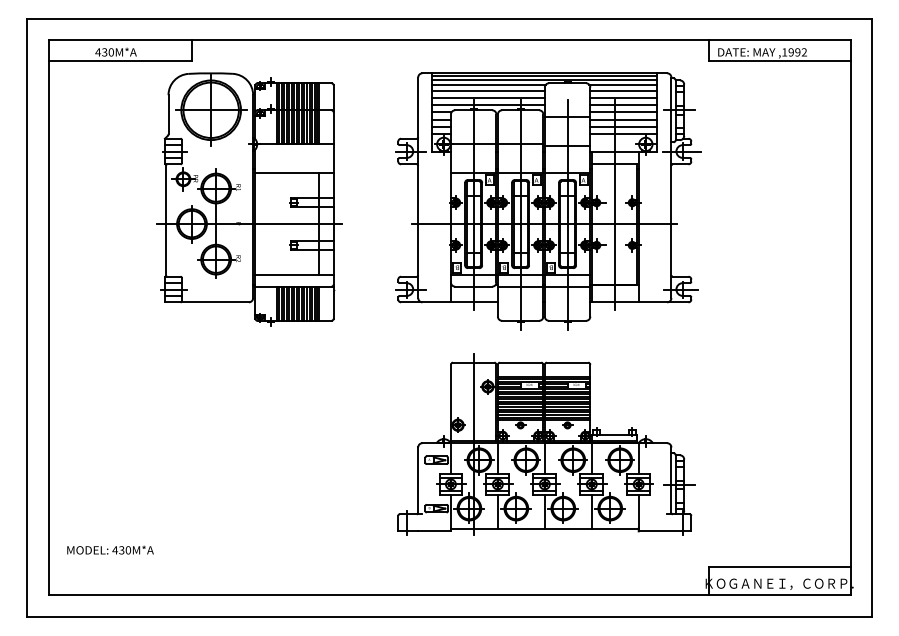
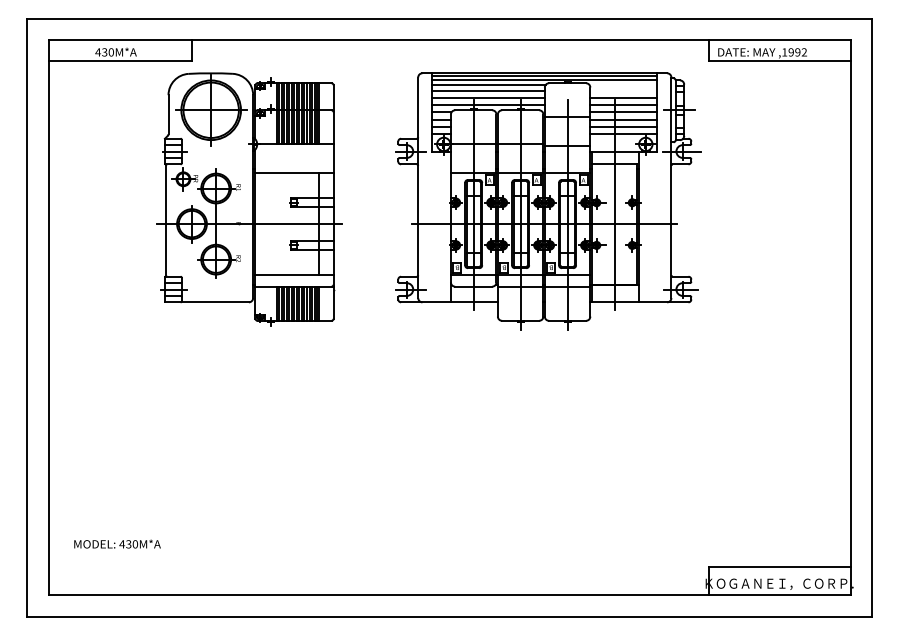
line at (623, 84): present -> none
line at (623, 91): present -> none
part at (546, 444): present -> none
text at (110, 549) position: (110, 549) -> (117, 543)
